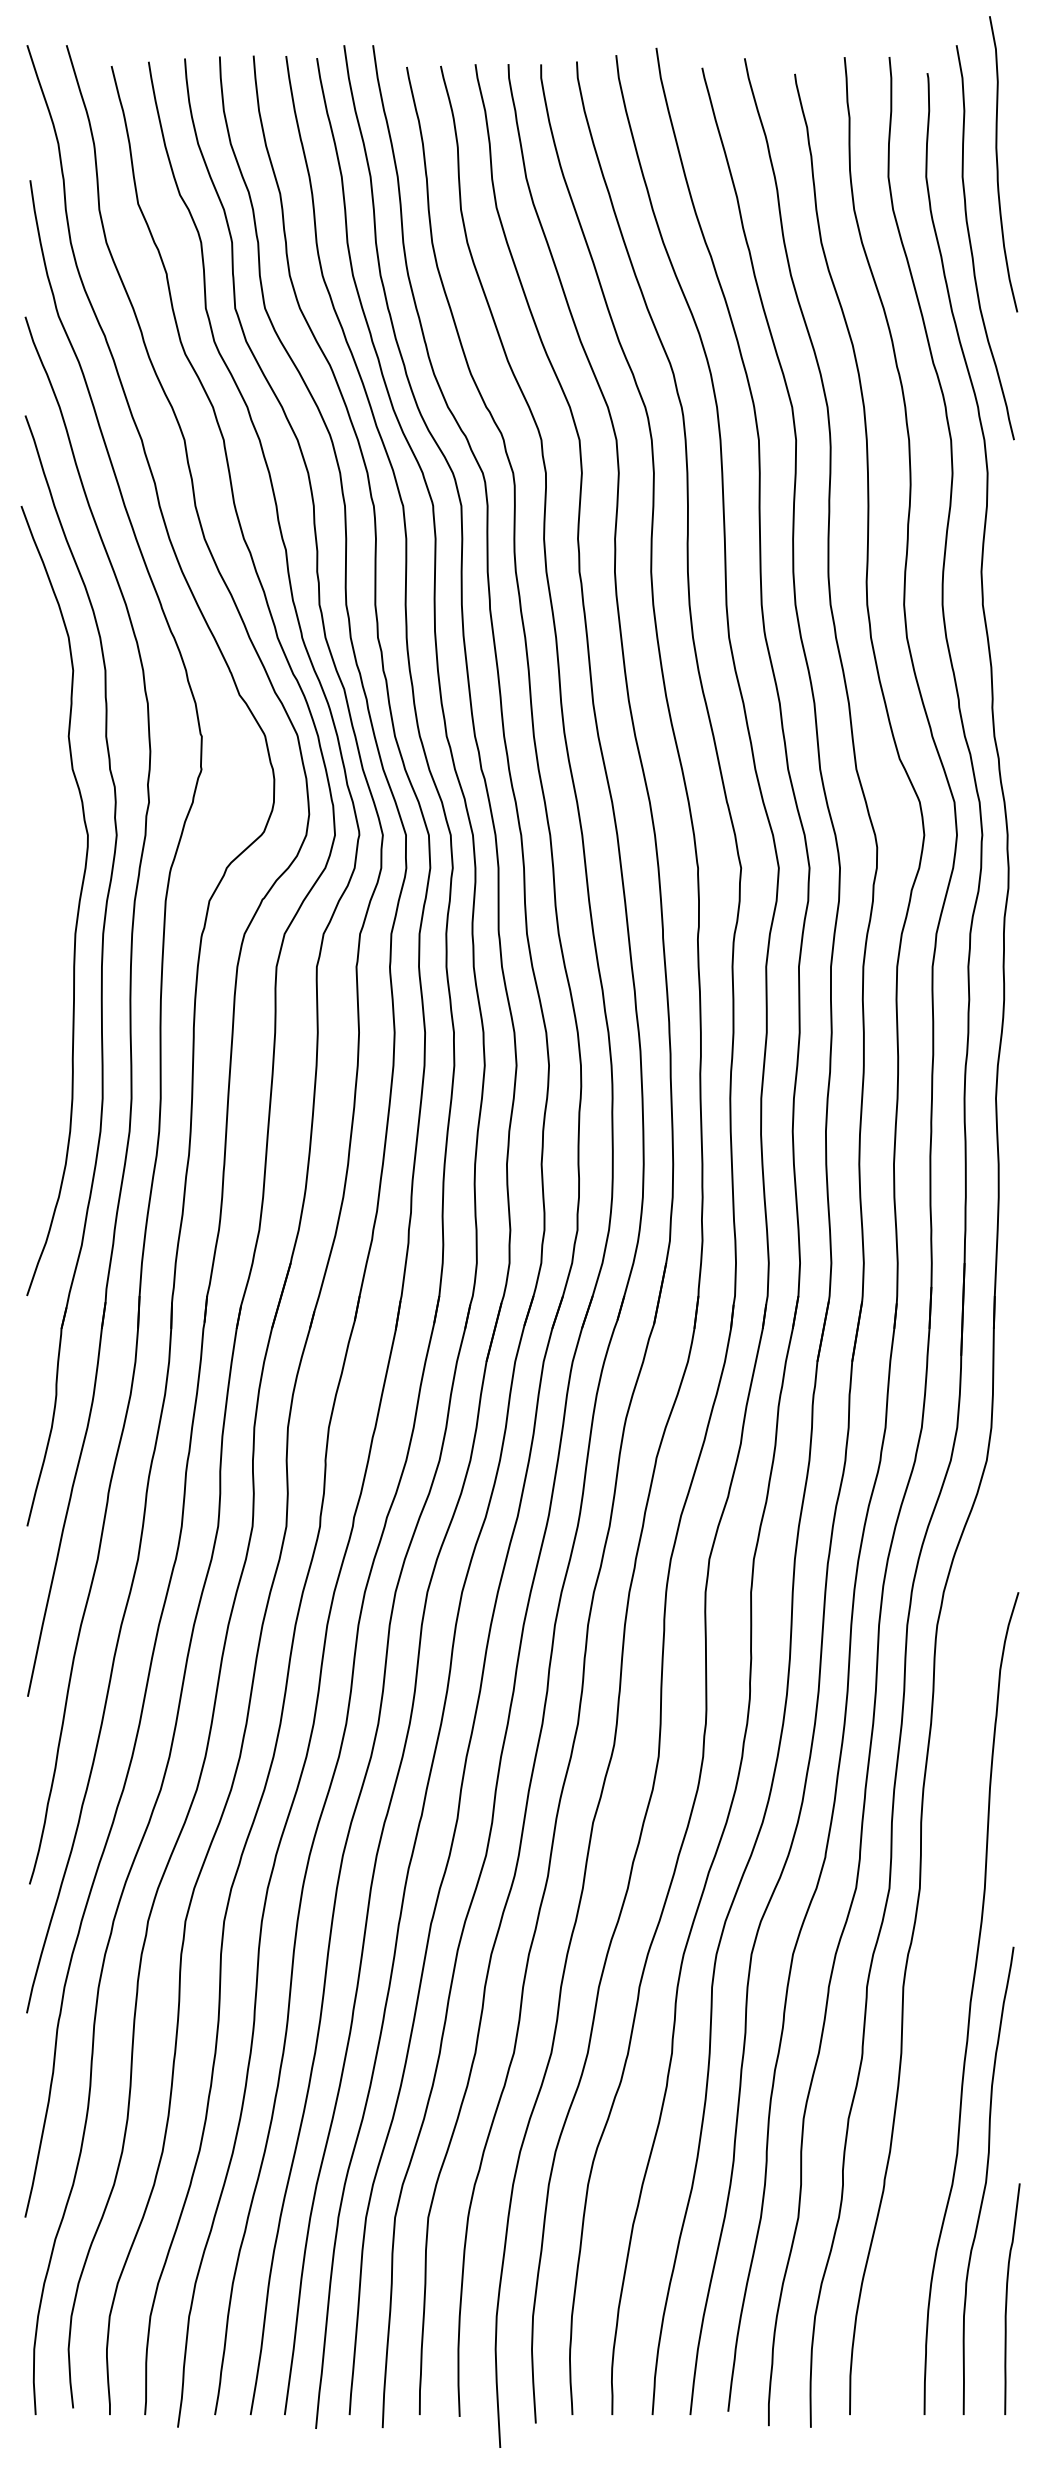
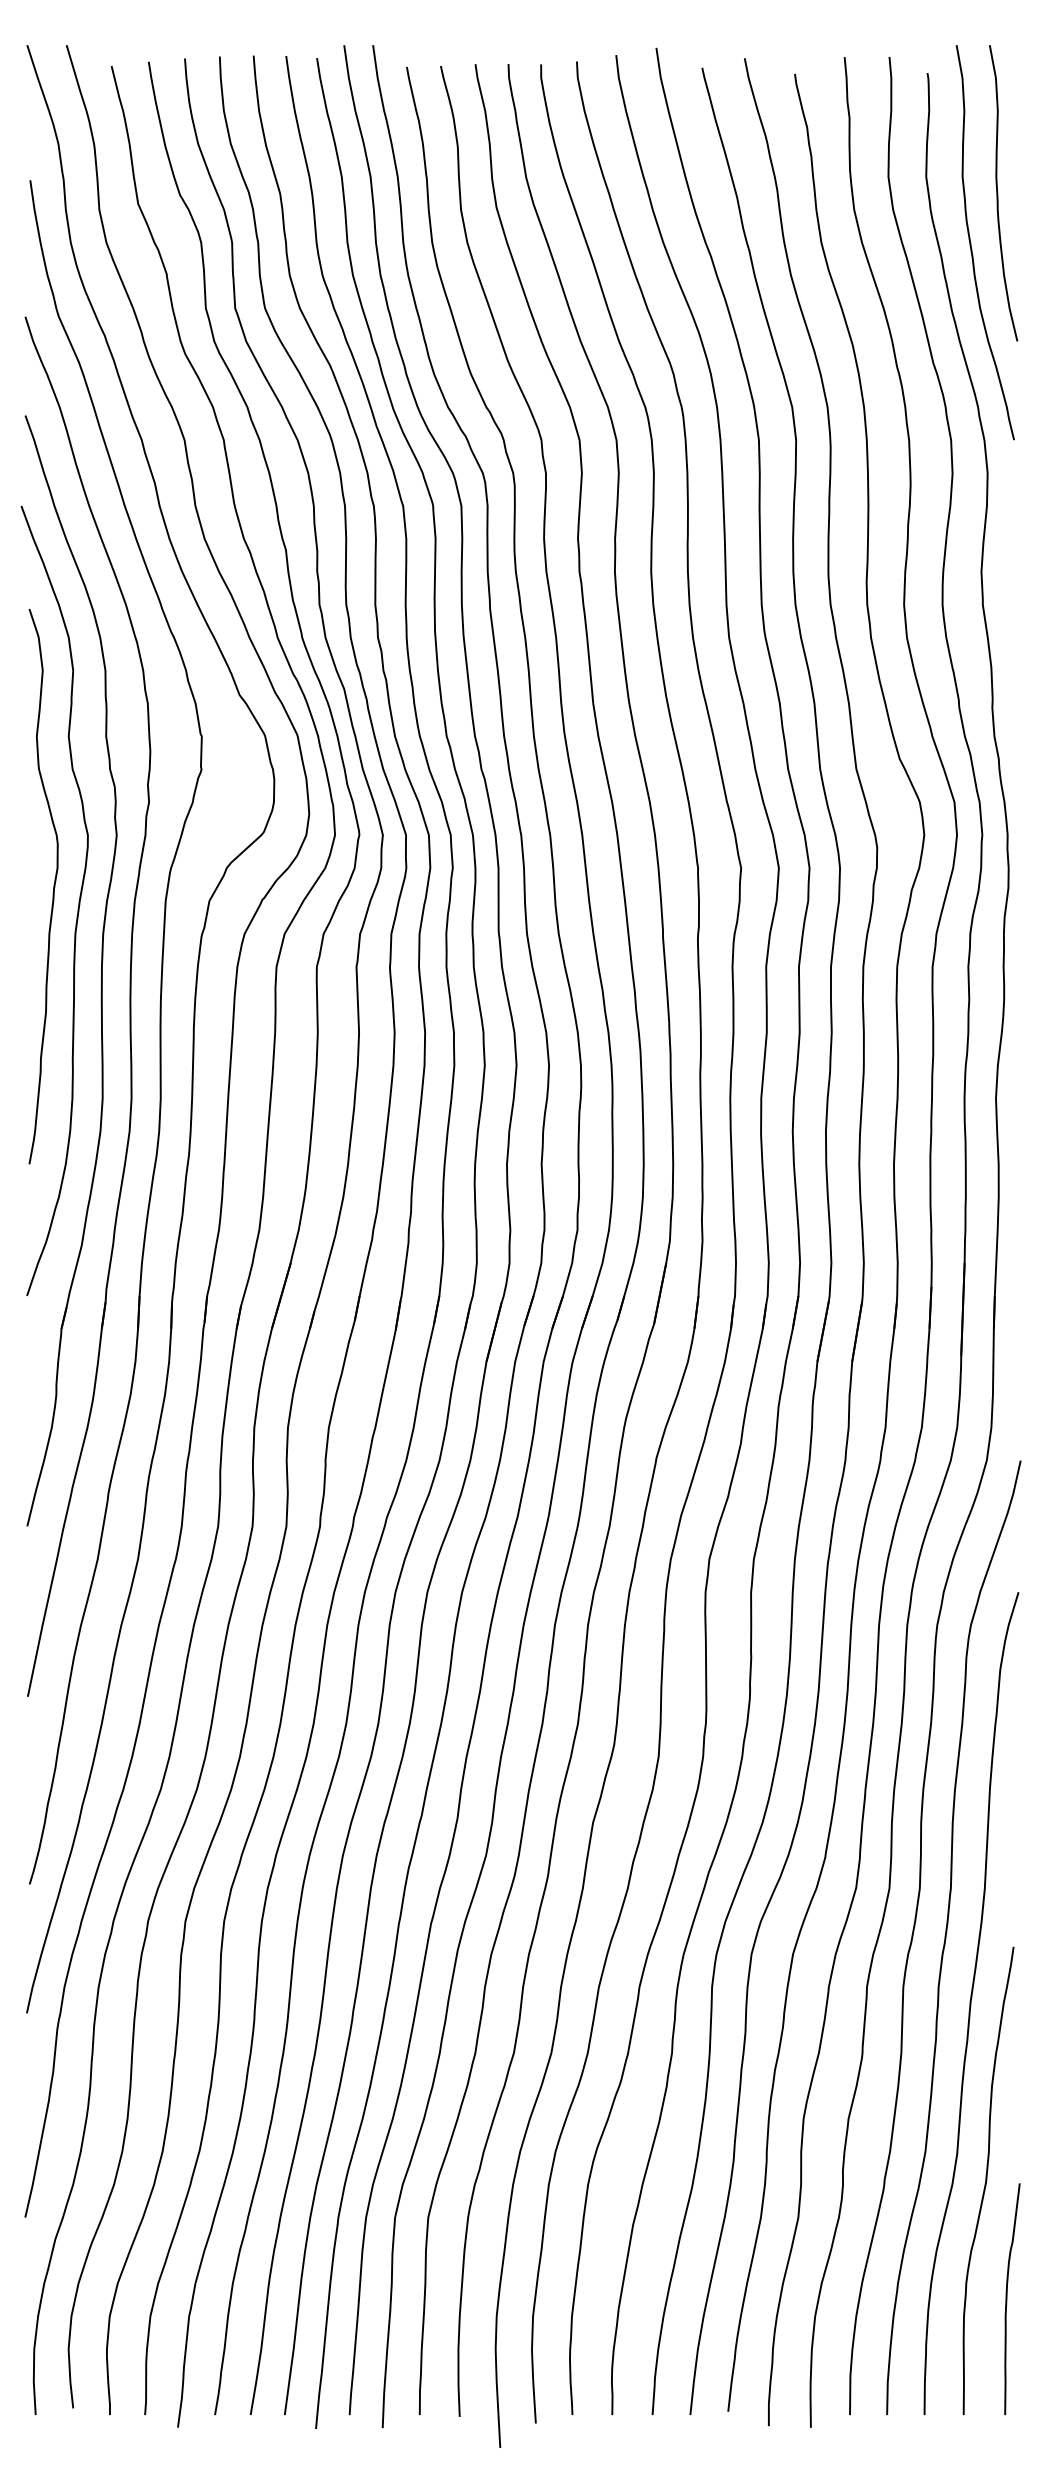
curve at (998, 164) position: (998, 164) -> (998, 193)
curve at (53, 886): none -> present
curve at (946, 1937): none -> present
